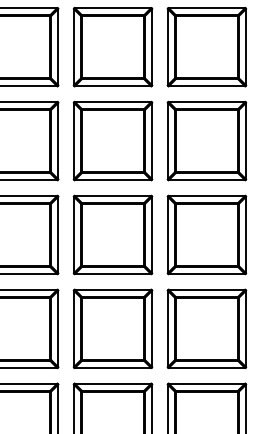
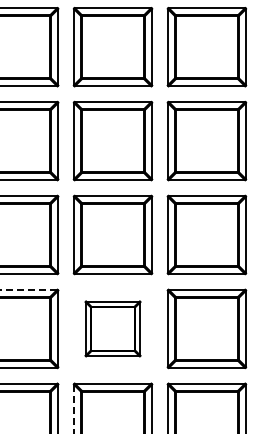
line at (28, 289): solid -> dashed
part at (112, 328) size: 82x82 px -> 58x58 px
line at (73, 409): solid -> dashed
